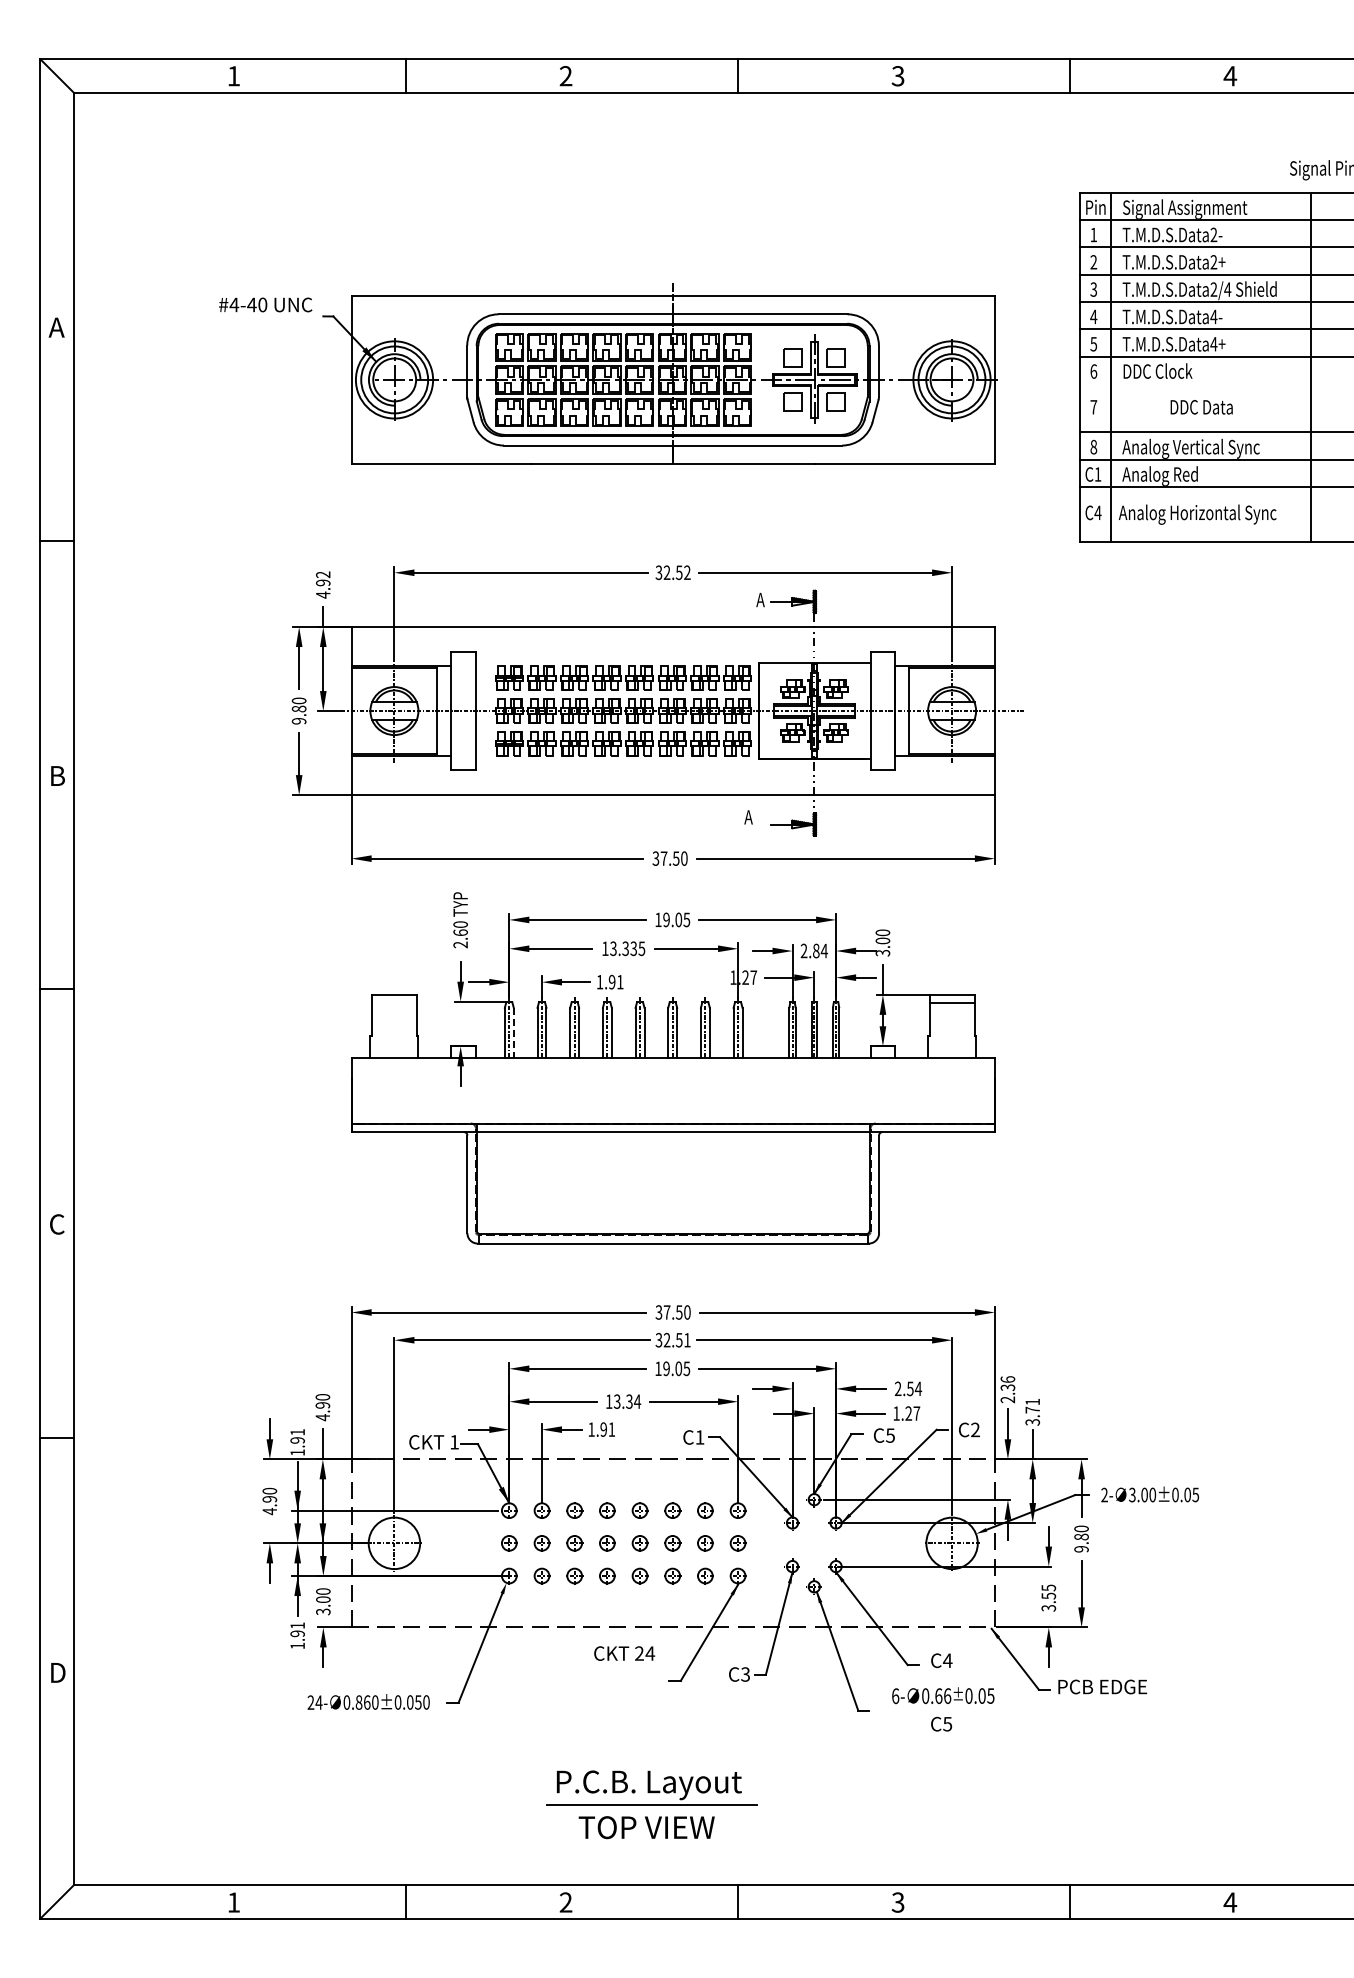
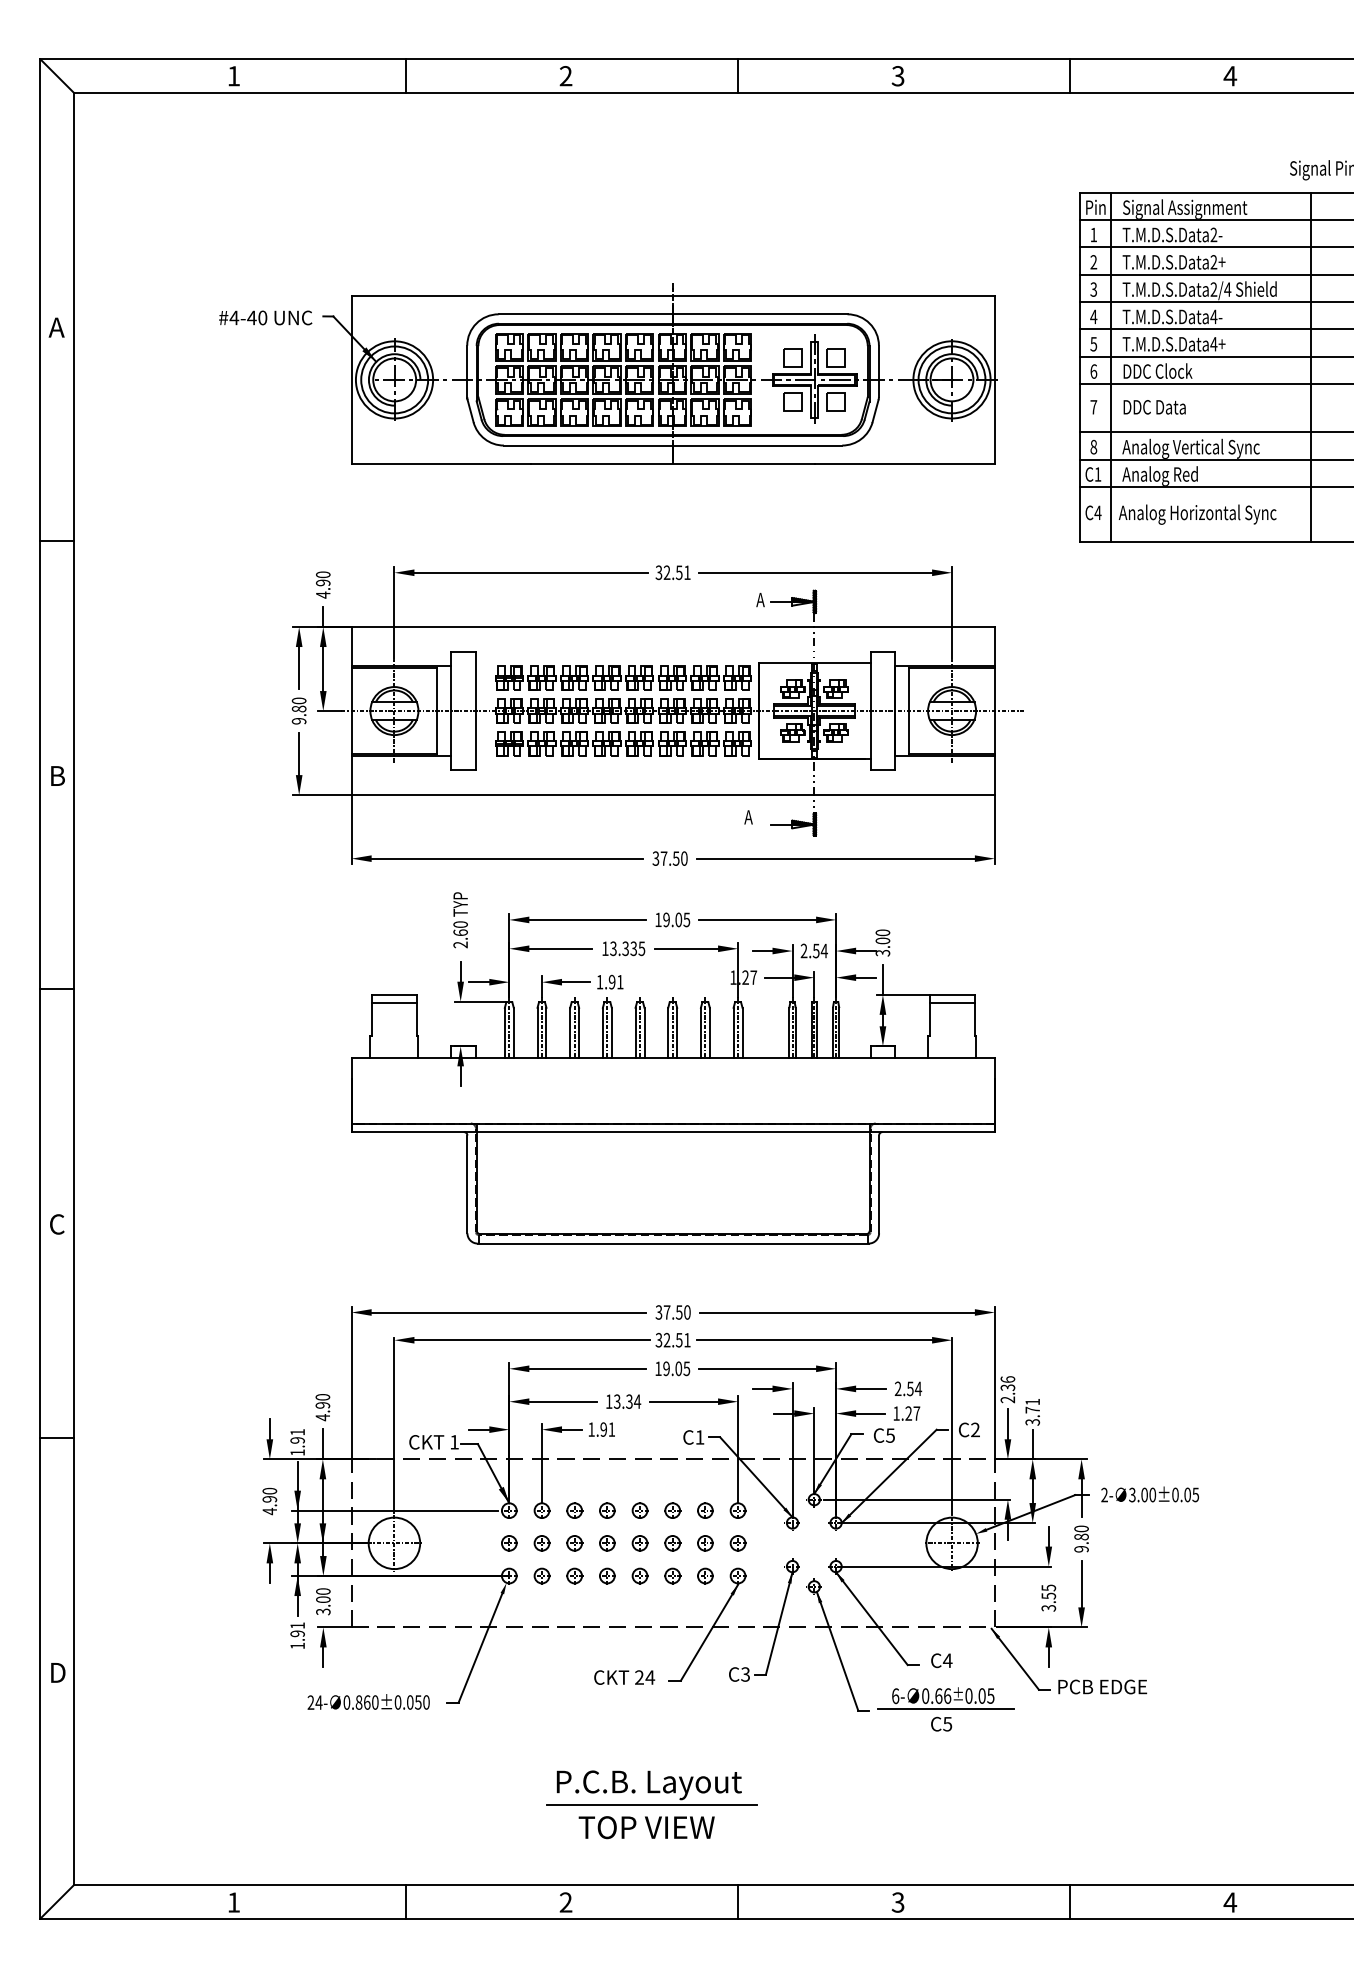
text at (265, 304) position: (265, 304) -> (265, 317)
line at (1215, 383): none -> present
text at (1201, 407) position: (1201, 407) -> (1154, 407)
text at (687, 572): 32.52 -> 32.51
text at (323, 574): 4.92 -> 4.90
text at (815, 950): 2.84 -> 2.54
line at (394, 1002): none -> present
line at (513, 1033): dashed -> solid
text at (624, 1653) position: (624, 1653) -> (624, 1677)
line at (945, 1708): none -> present
